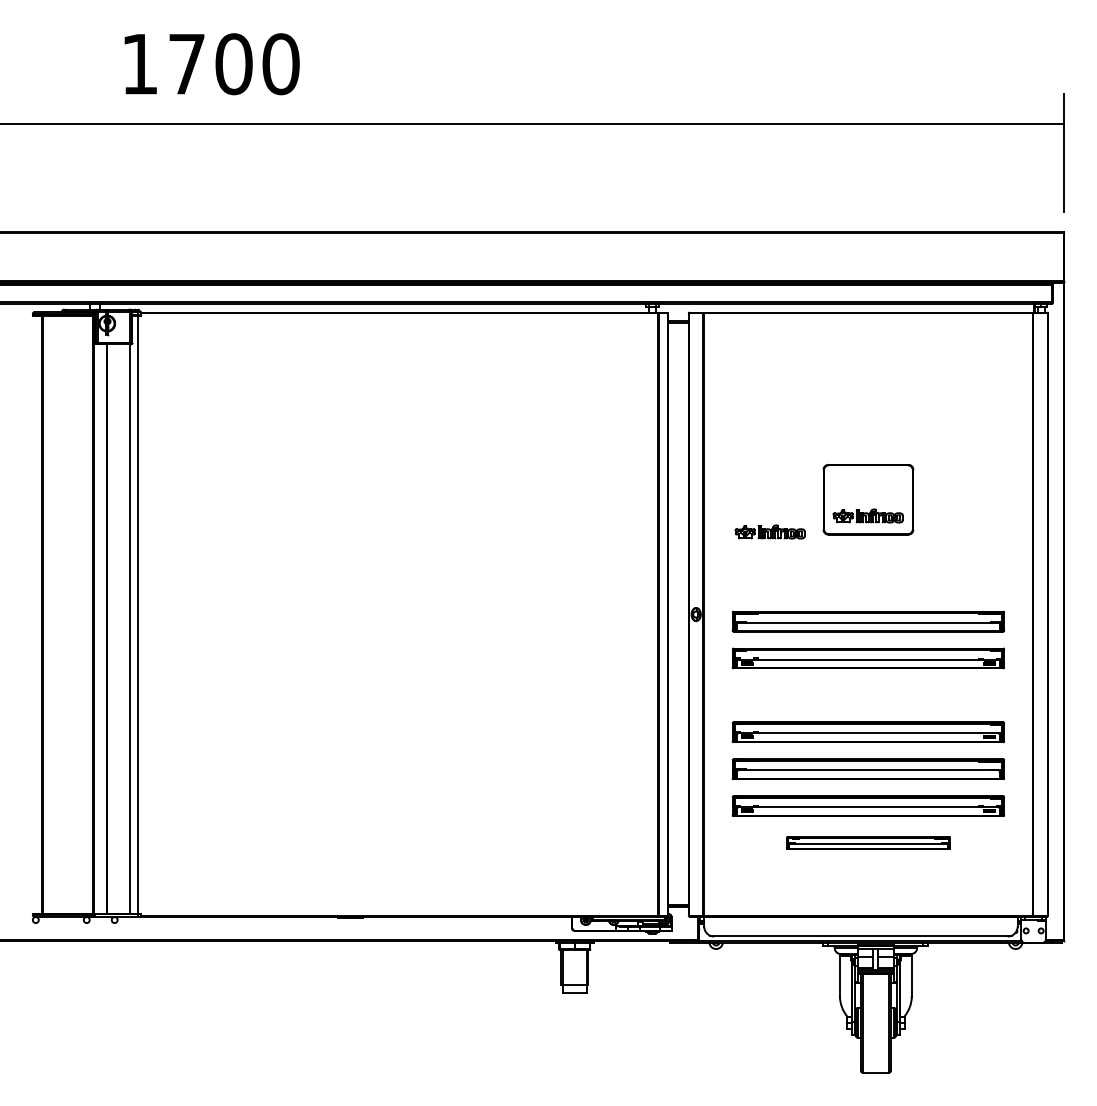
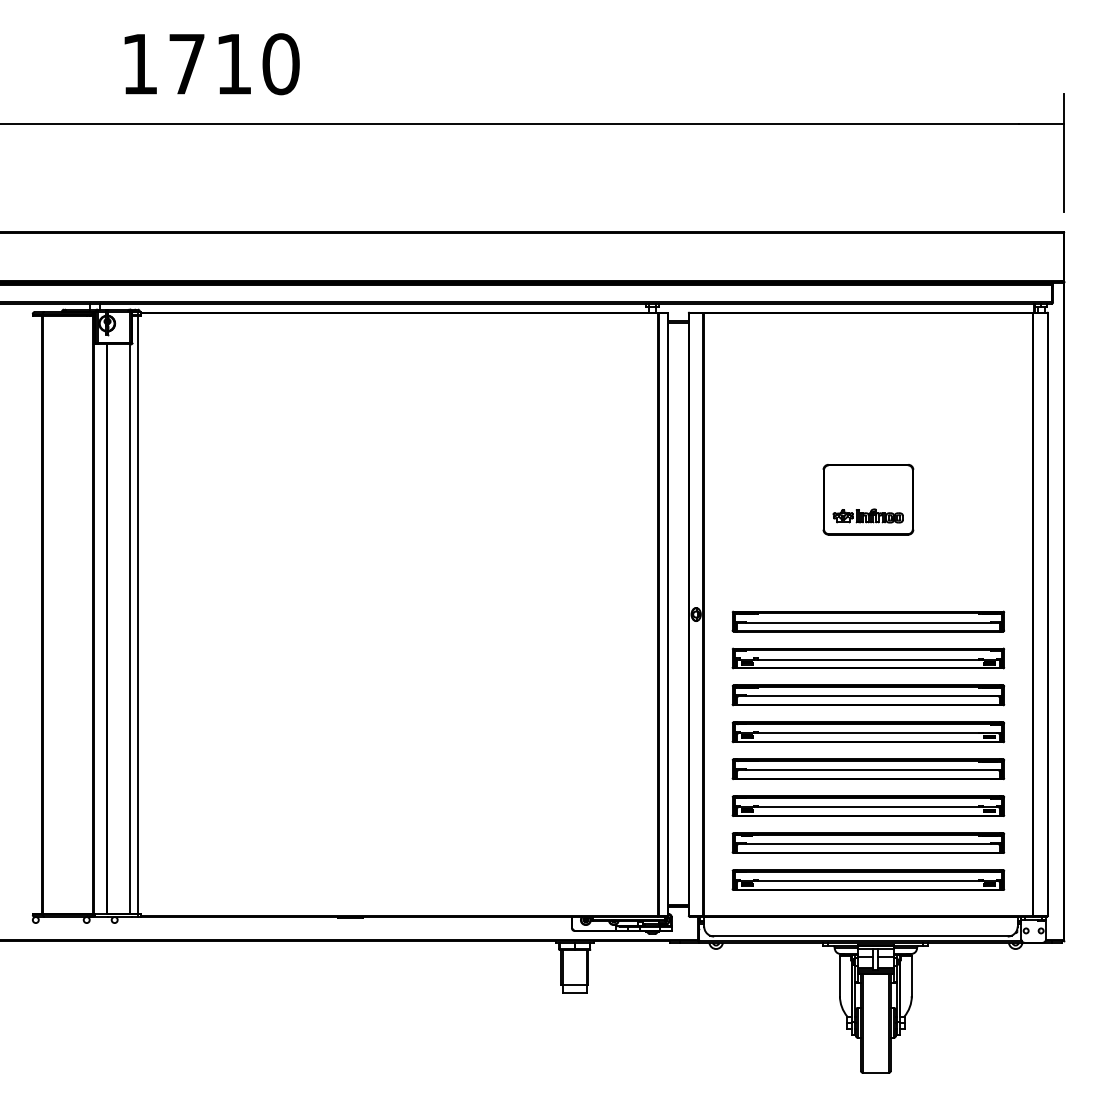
text at (233, 64): 1700 -> 1710
part at (769, 531): present -> none
part at (868, 695): none -> present
part at (868, 842) size: 165x14 px -> 275x22 px
part at (868, 879): none -> present
